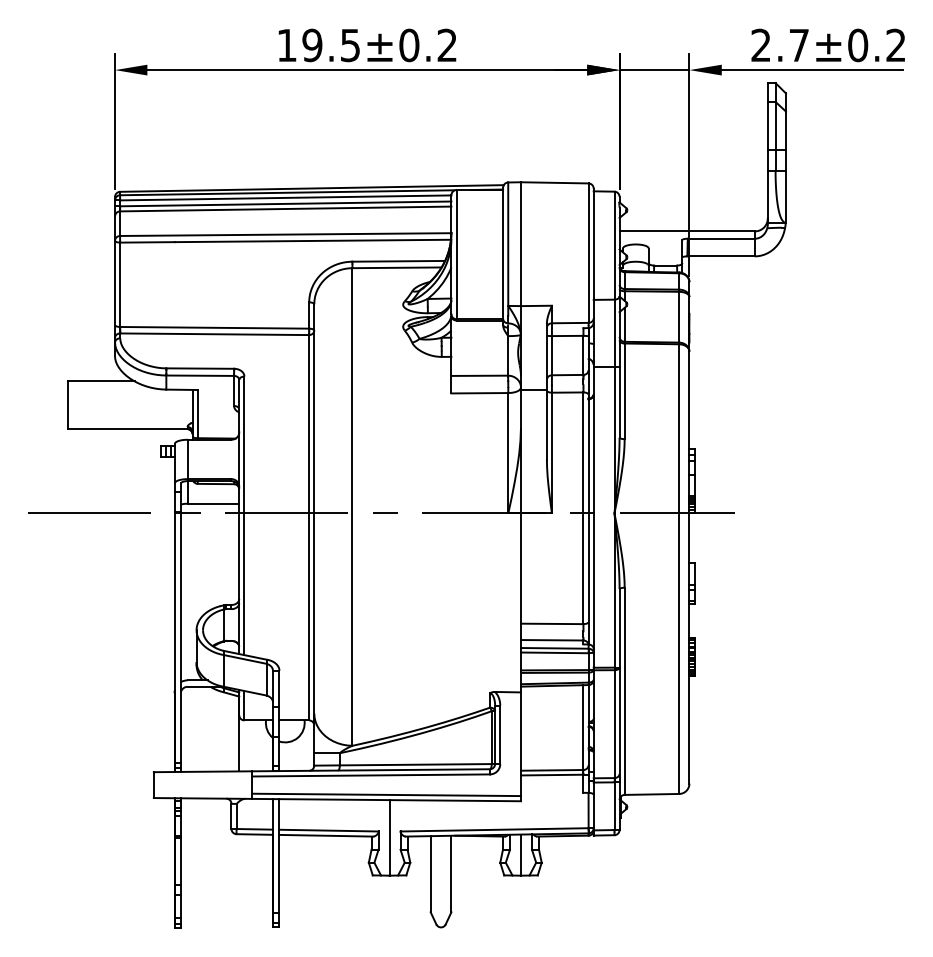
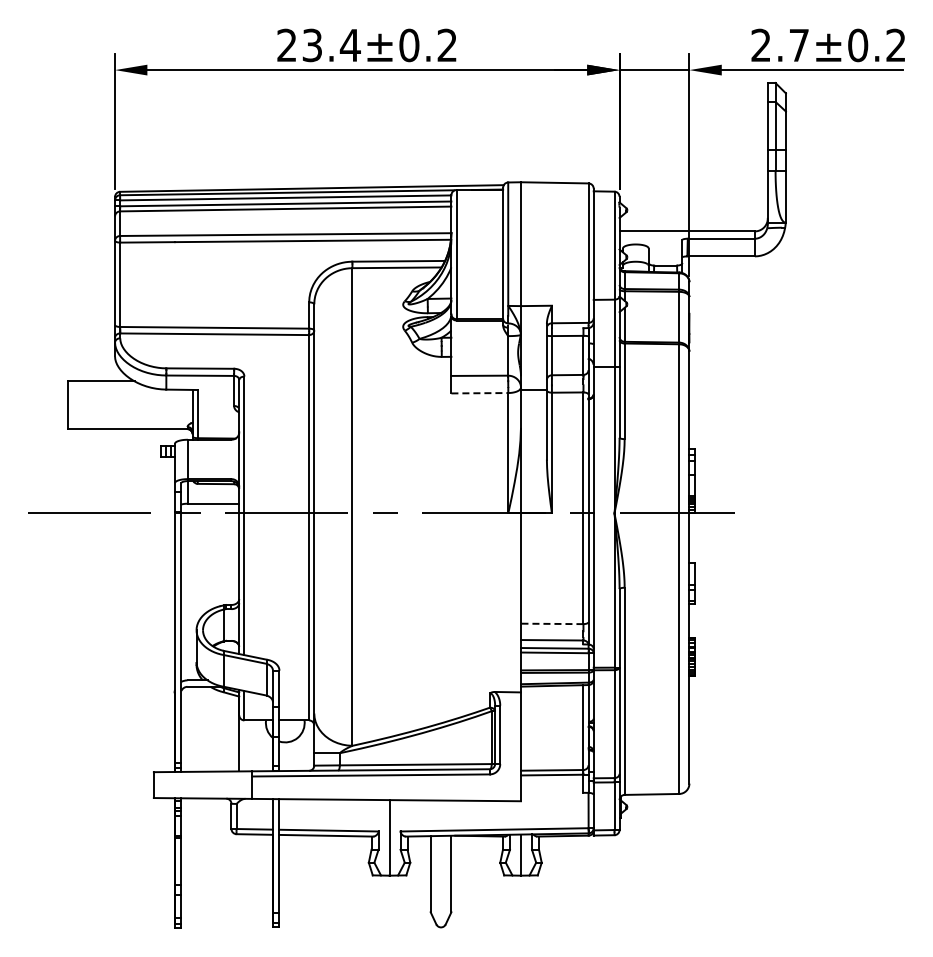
text at (318, 45): 19.5±0.2 -> 23.4±0.2
line at (480, 393): solid -> dashed
line at (551, 623): solid -> dashed
line at (386, 794): present -> none
